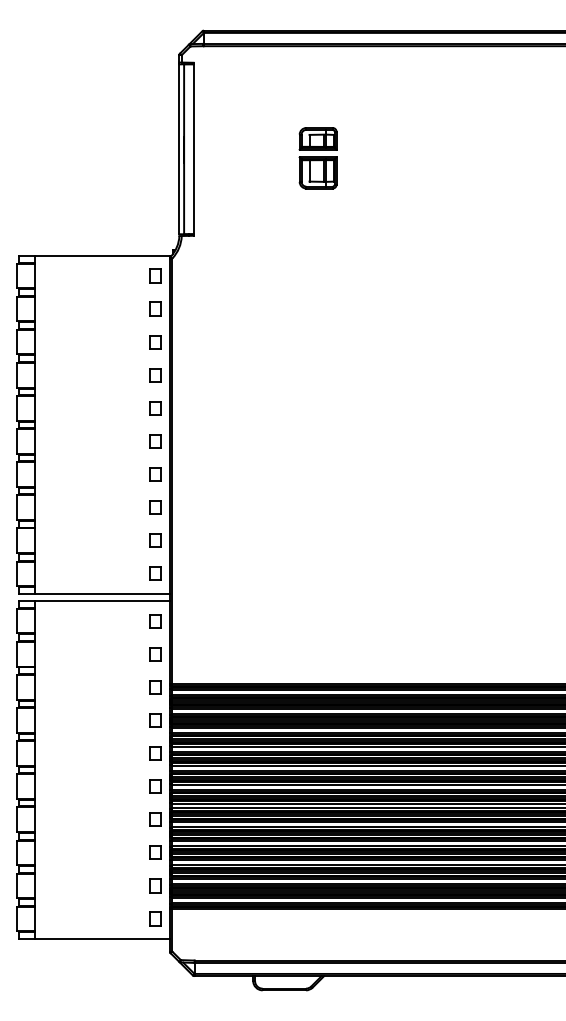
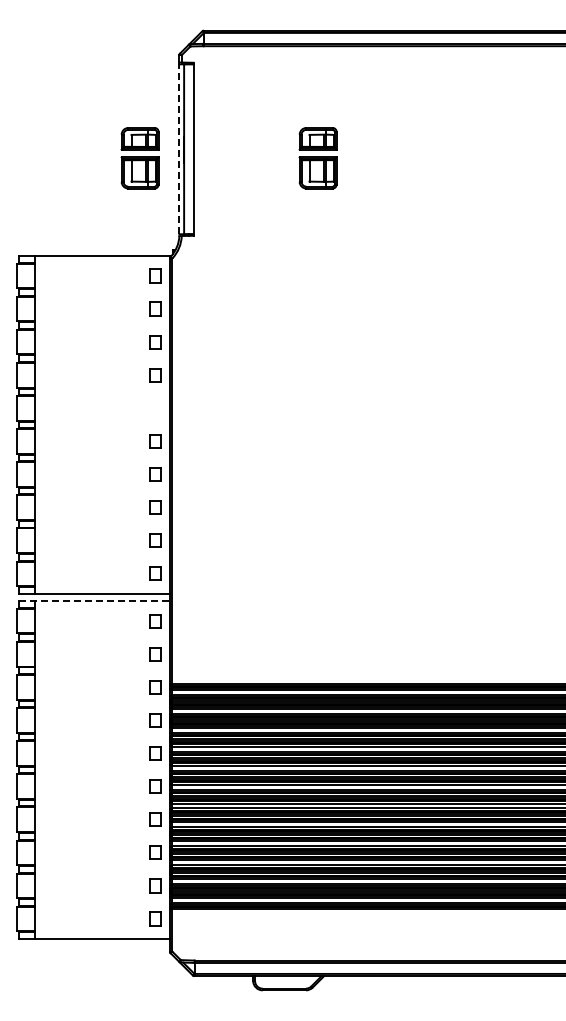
line at (179, 149): solid -> dashed
part at (139, 158): none -> present
part at (155, 408): present -> none
line at (94, 601): solid -> dashed
